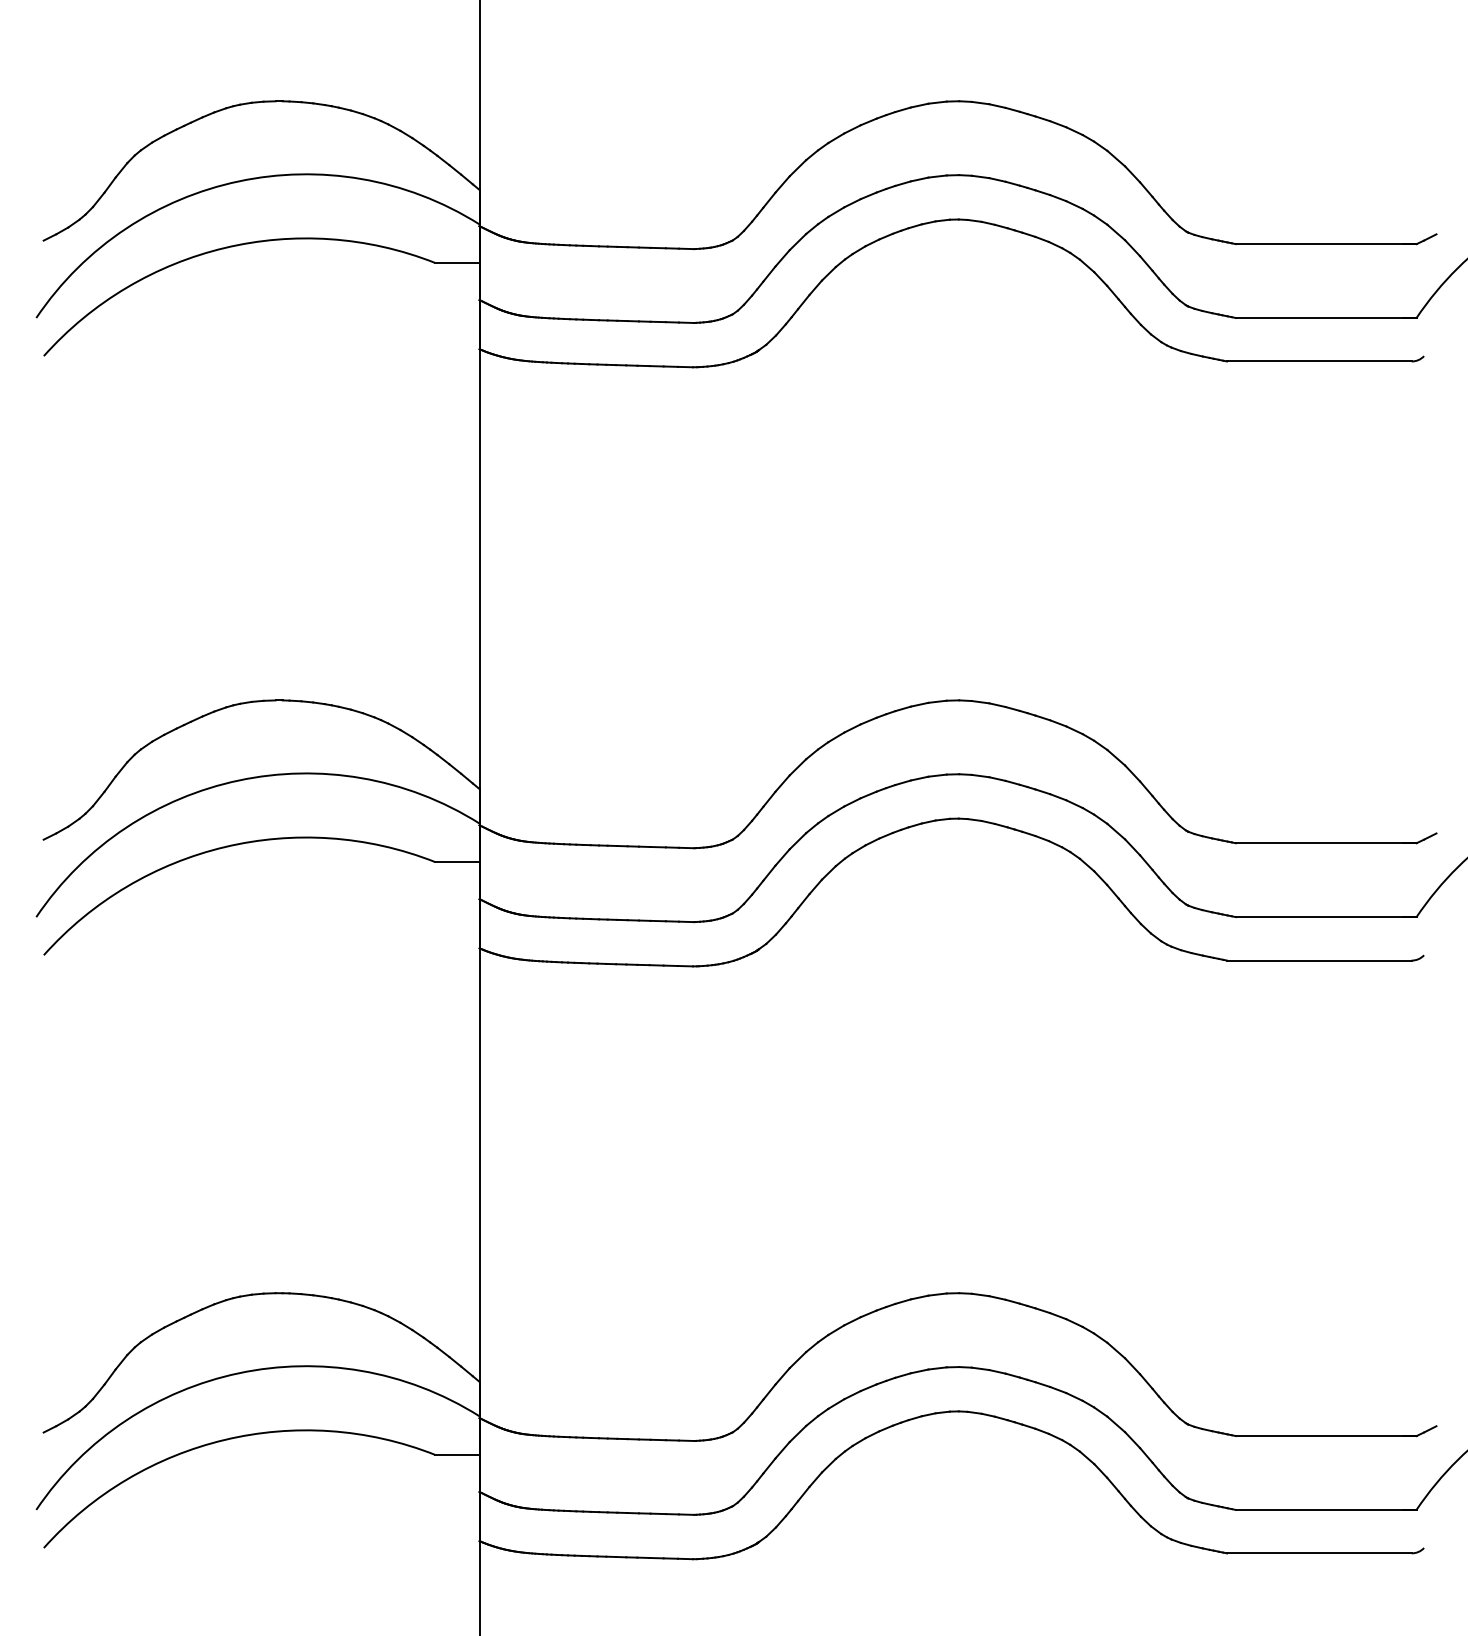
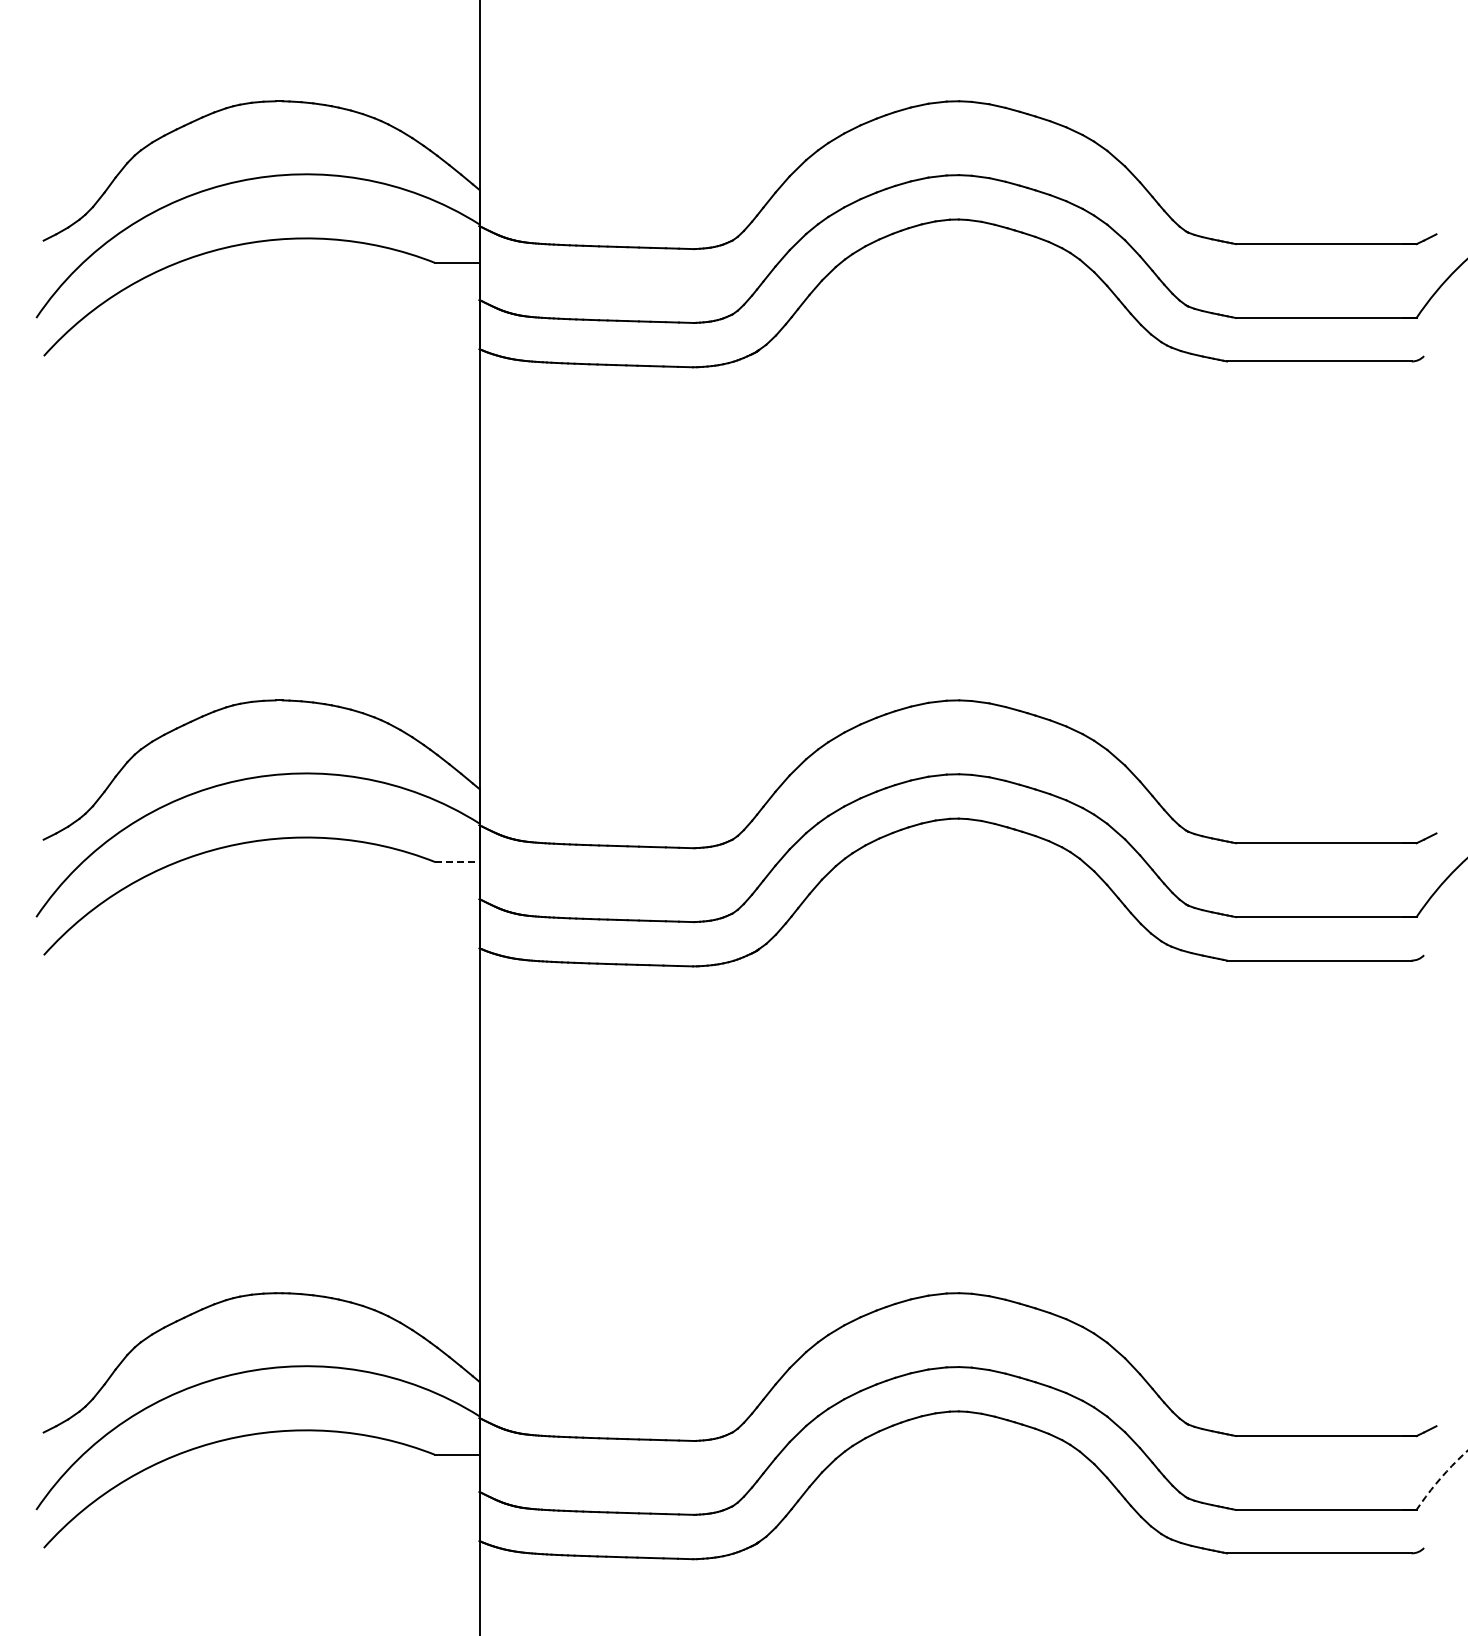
line at (457, 862): solid -> dashed
arc at (1439, 1479): solid -> dashed
